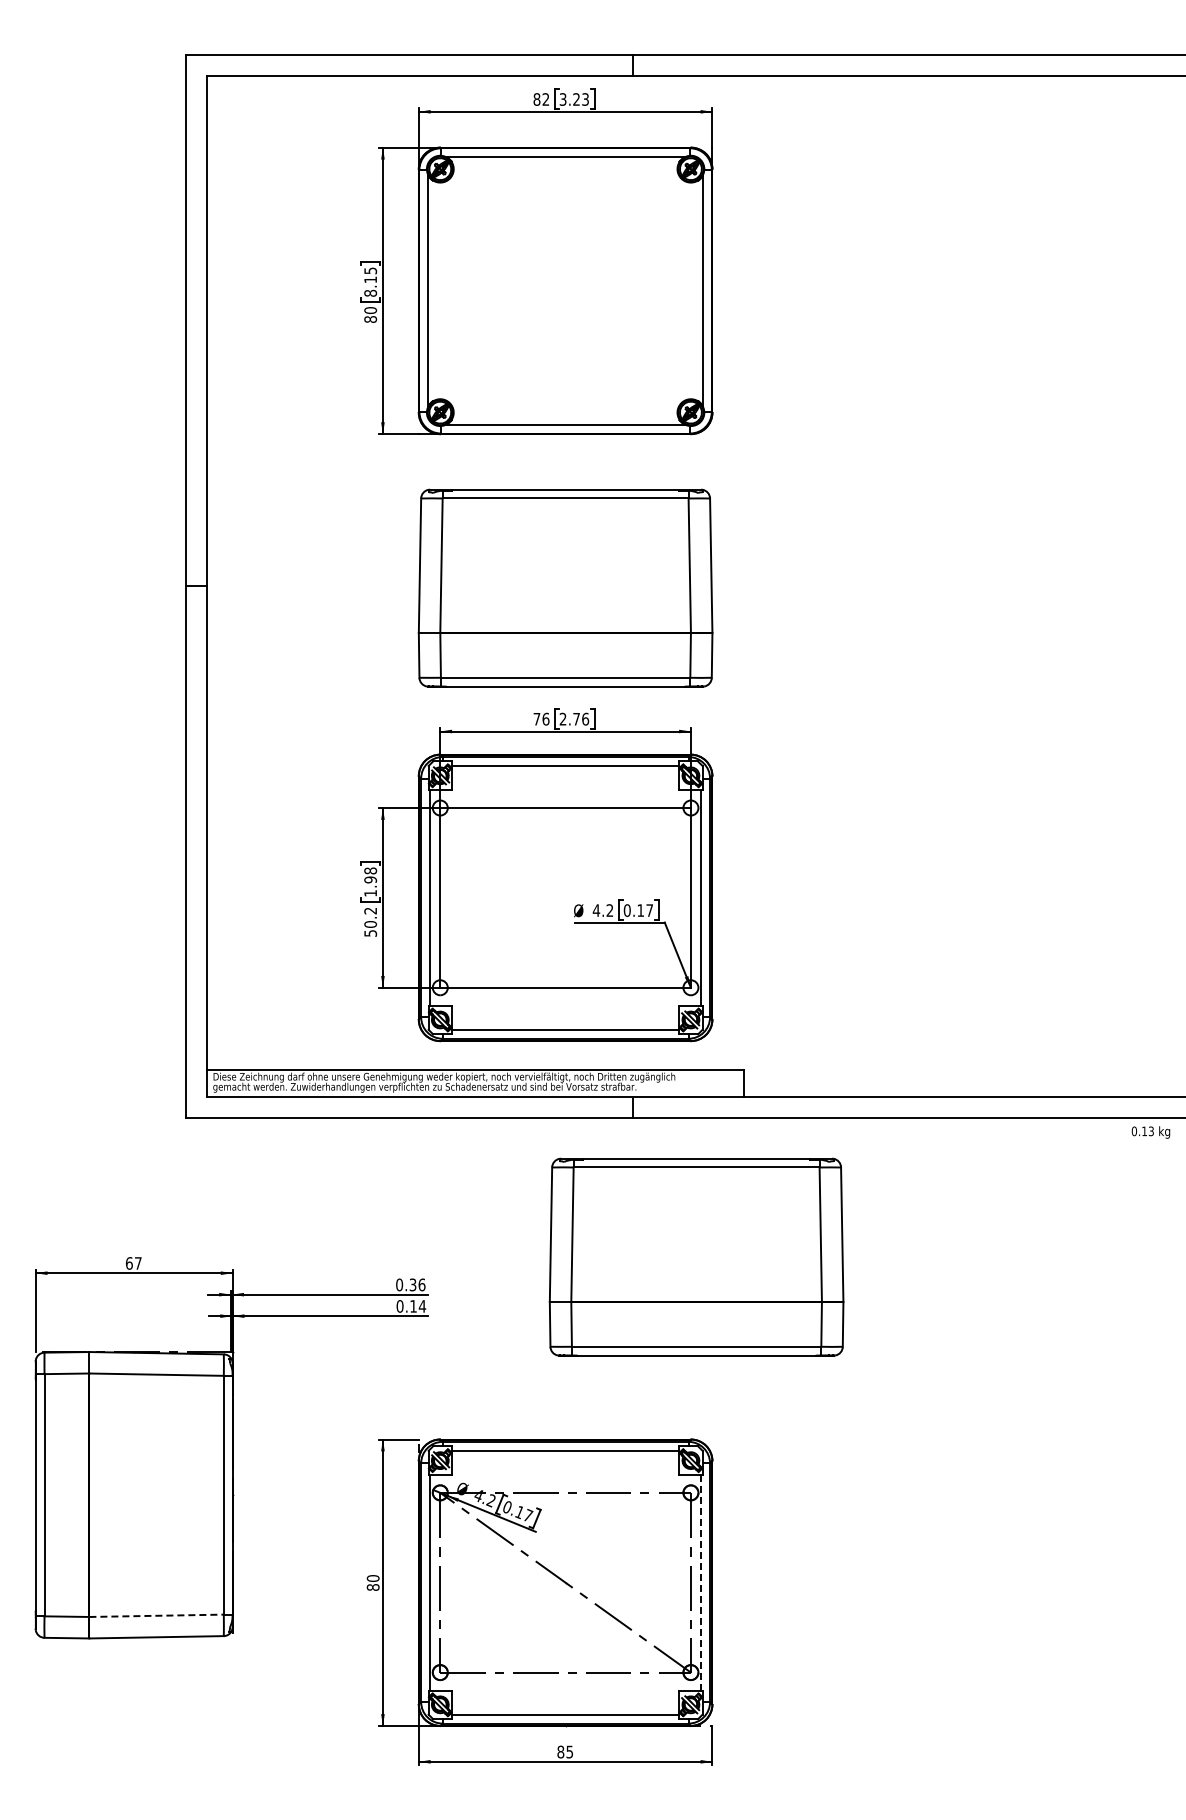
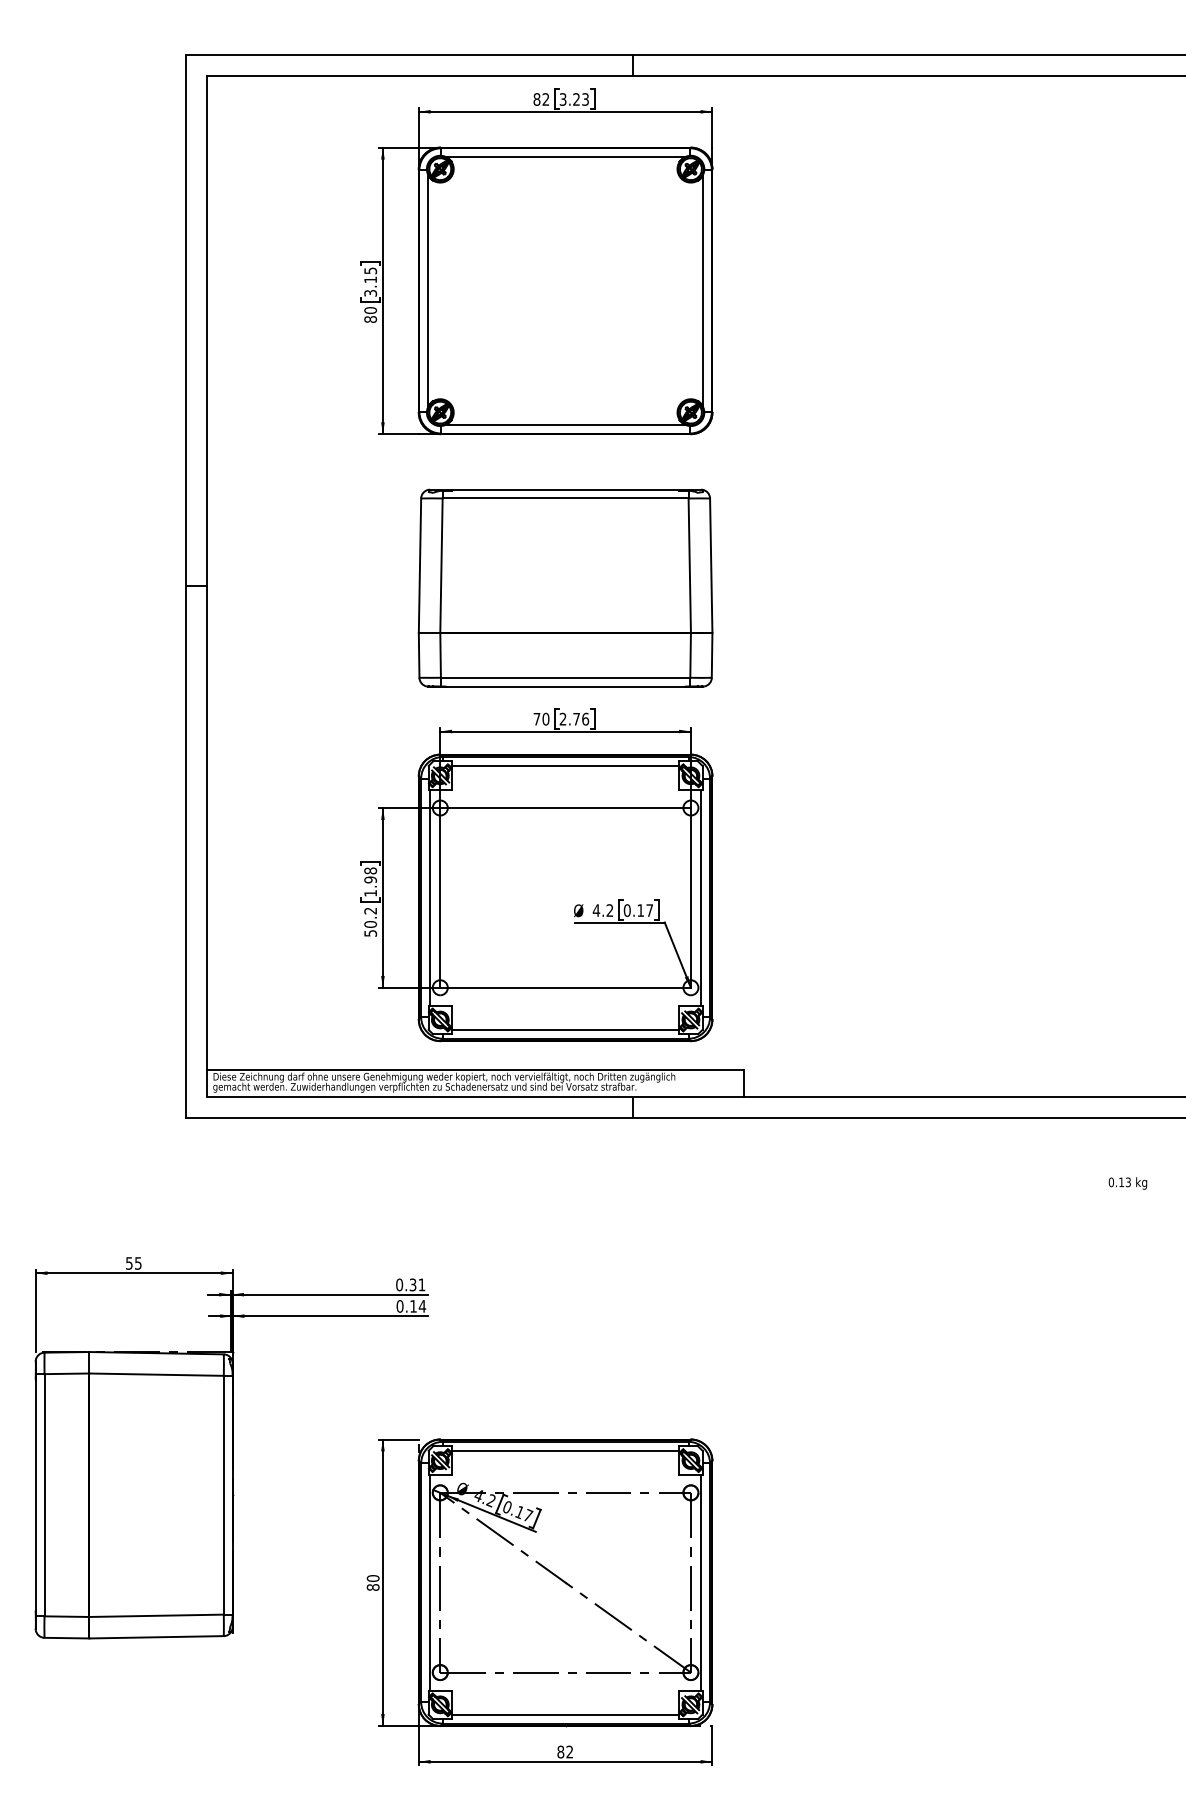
text at (370, 292): 8.15 -> 3.15
text at (545, 718): 76 -> 70
text at (1150, 1132) position: (1150, 1132) -> (1127, 1183)
part at (696, 1256): present -> none
text at (133, 1263): 67 -> 55
text at (421, 1284): 0.36 -> 0.31
line at (701, 1582): dashed -> solid
line at (157, 1615): dashed -> solid
text at (569, 1751): 85 -> 82
